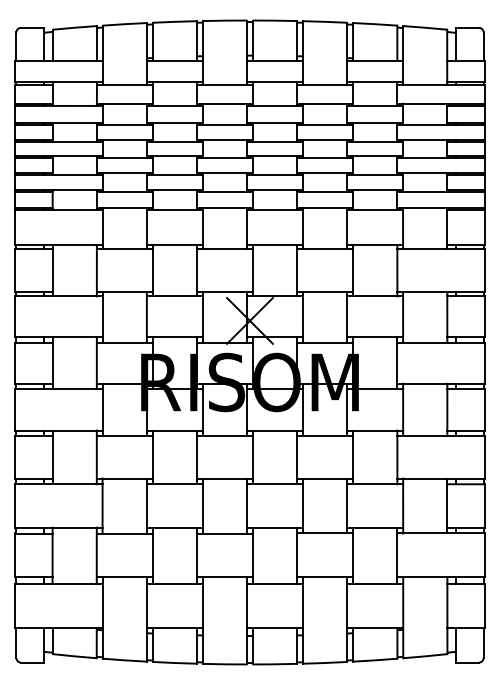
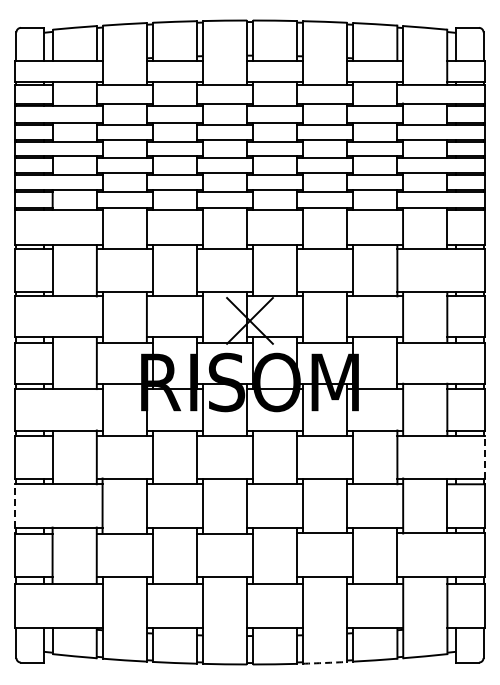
line at (484, 456): solid -> dashed
line at (15, 505): solid -> dashed
arc at (325, 662): solid -> dashed
